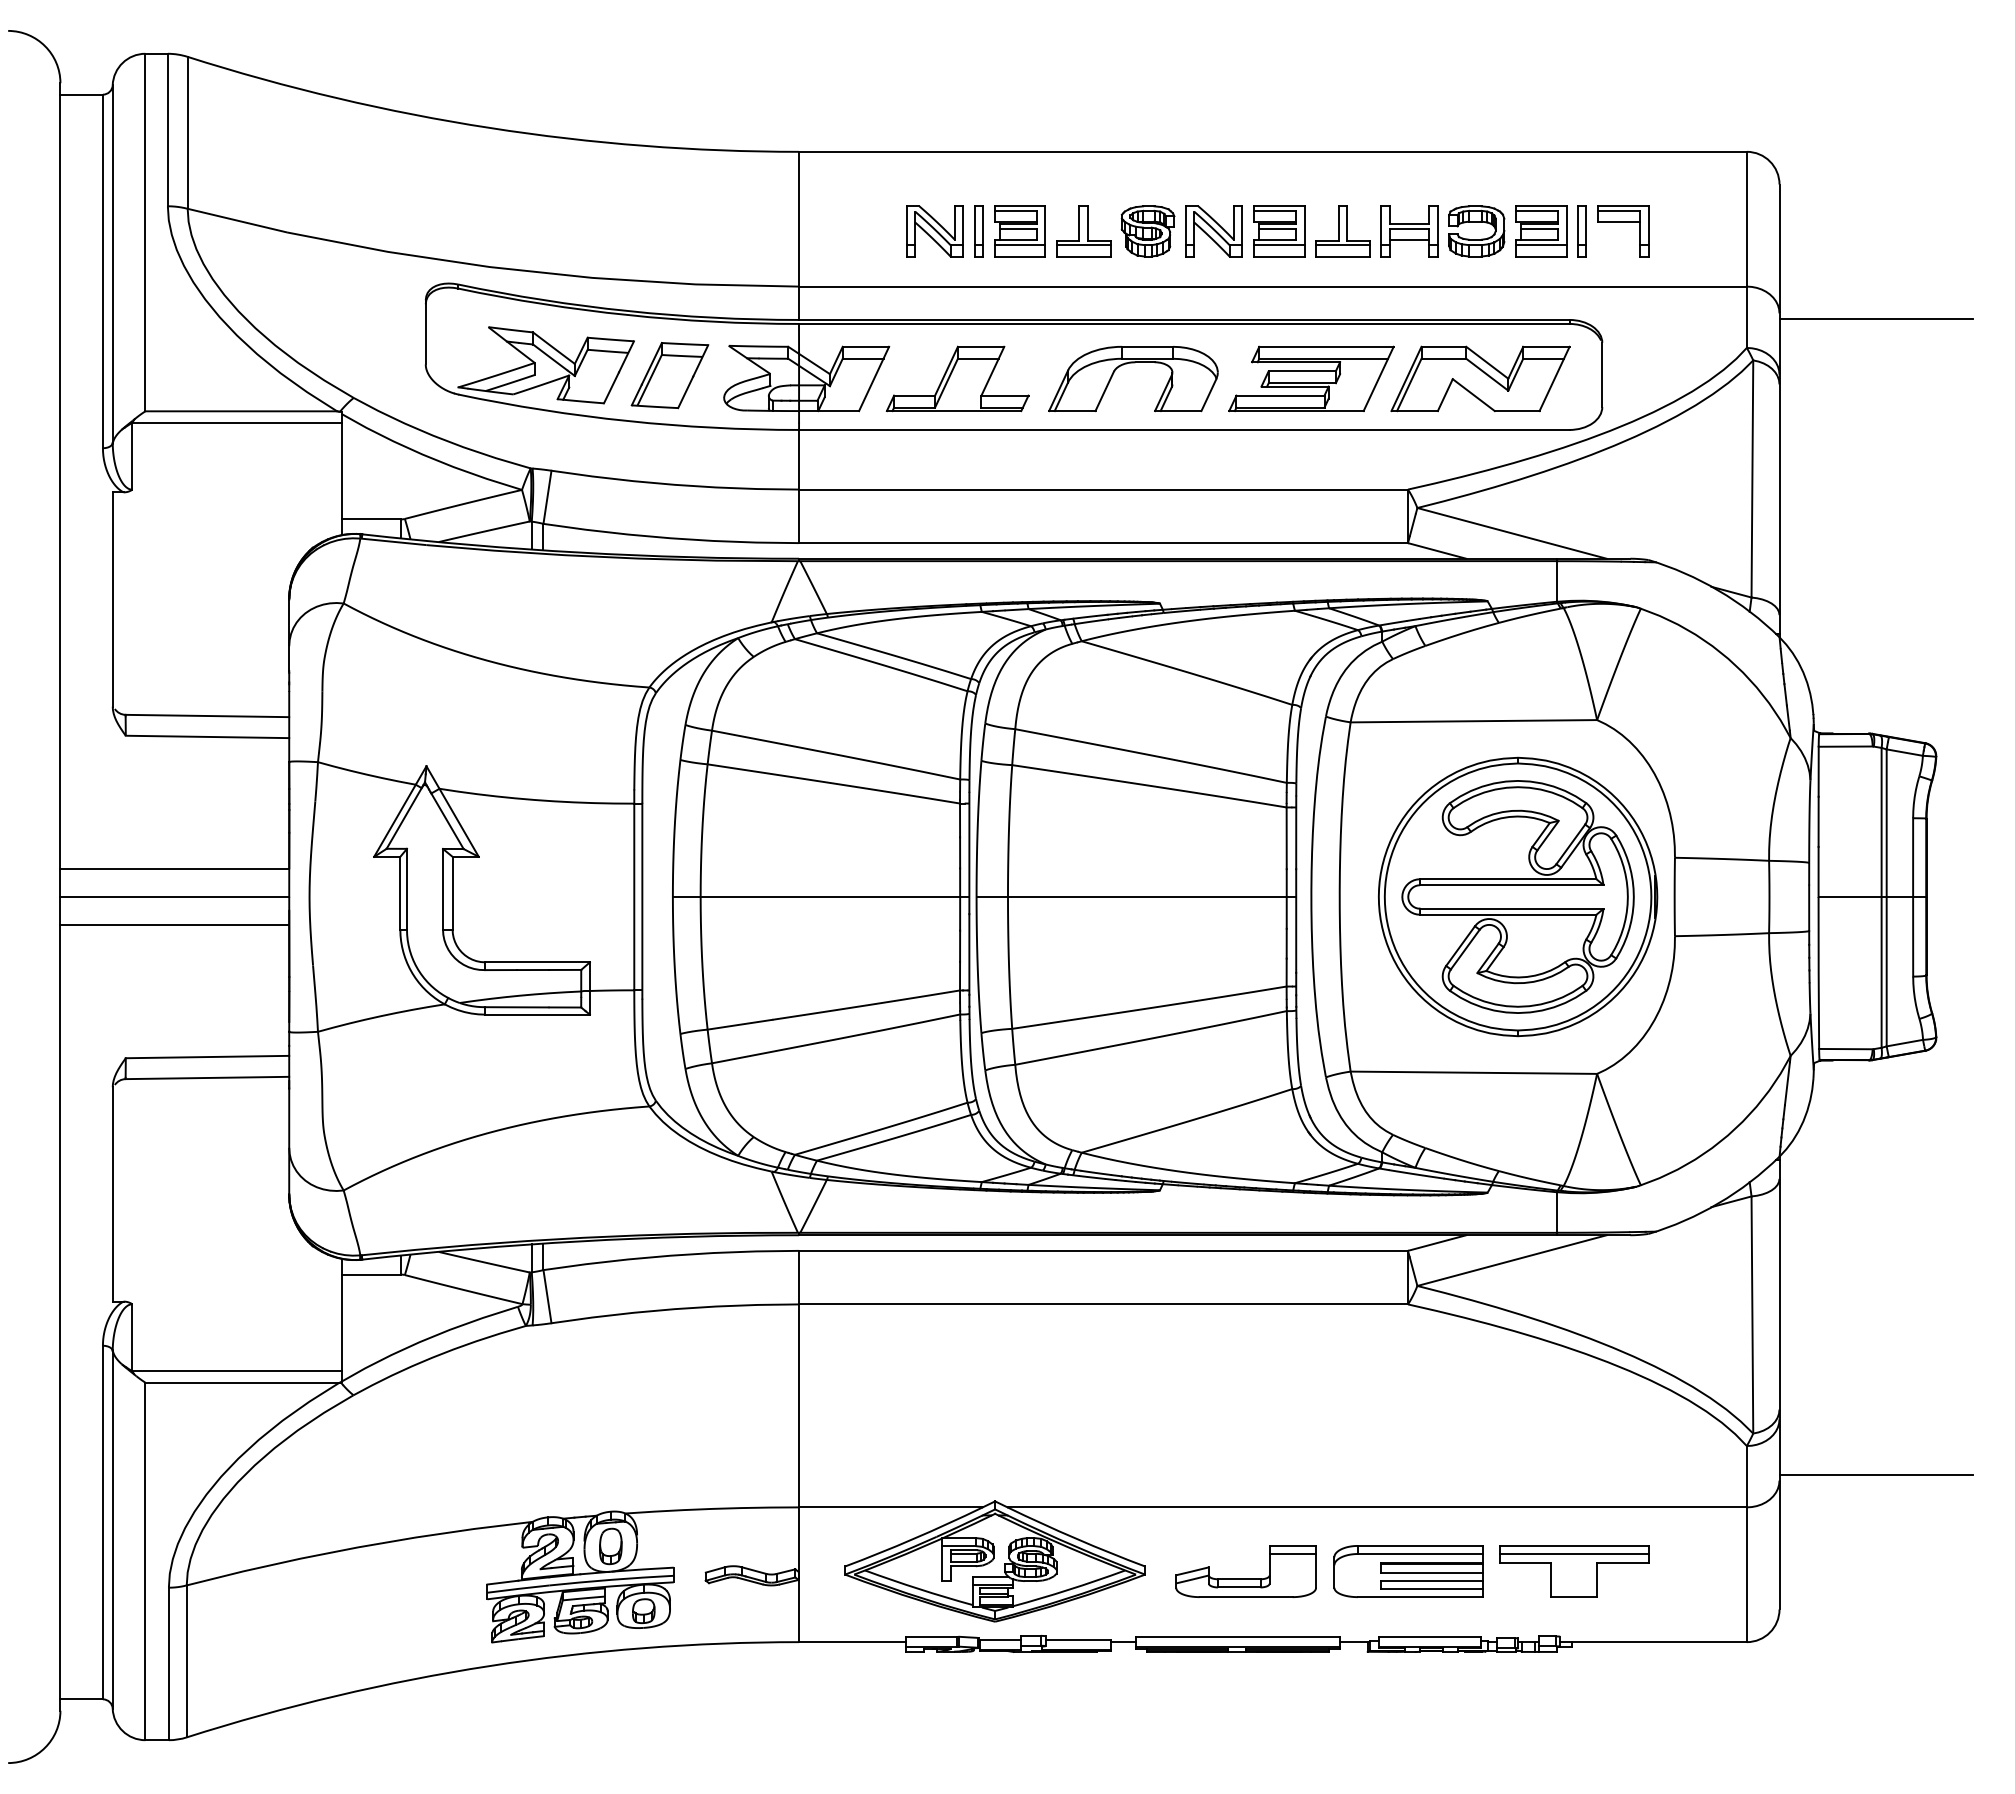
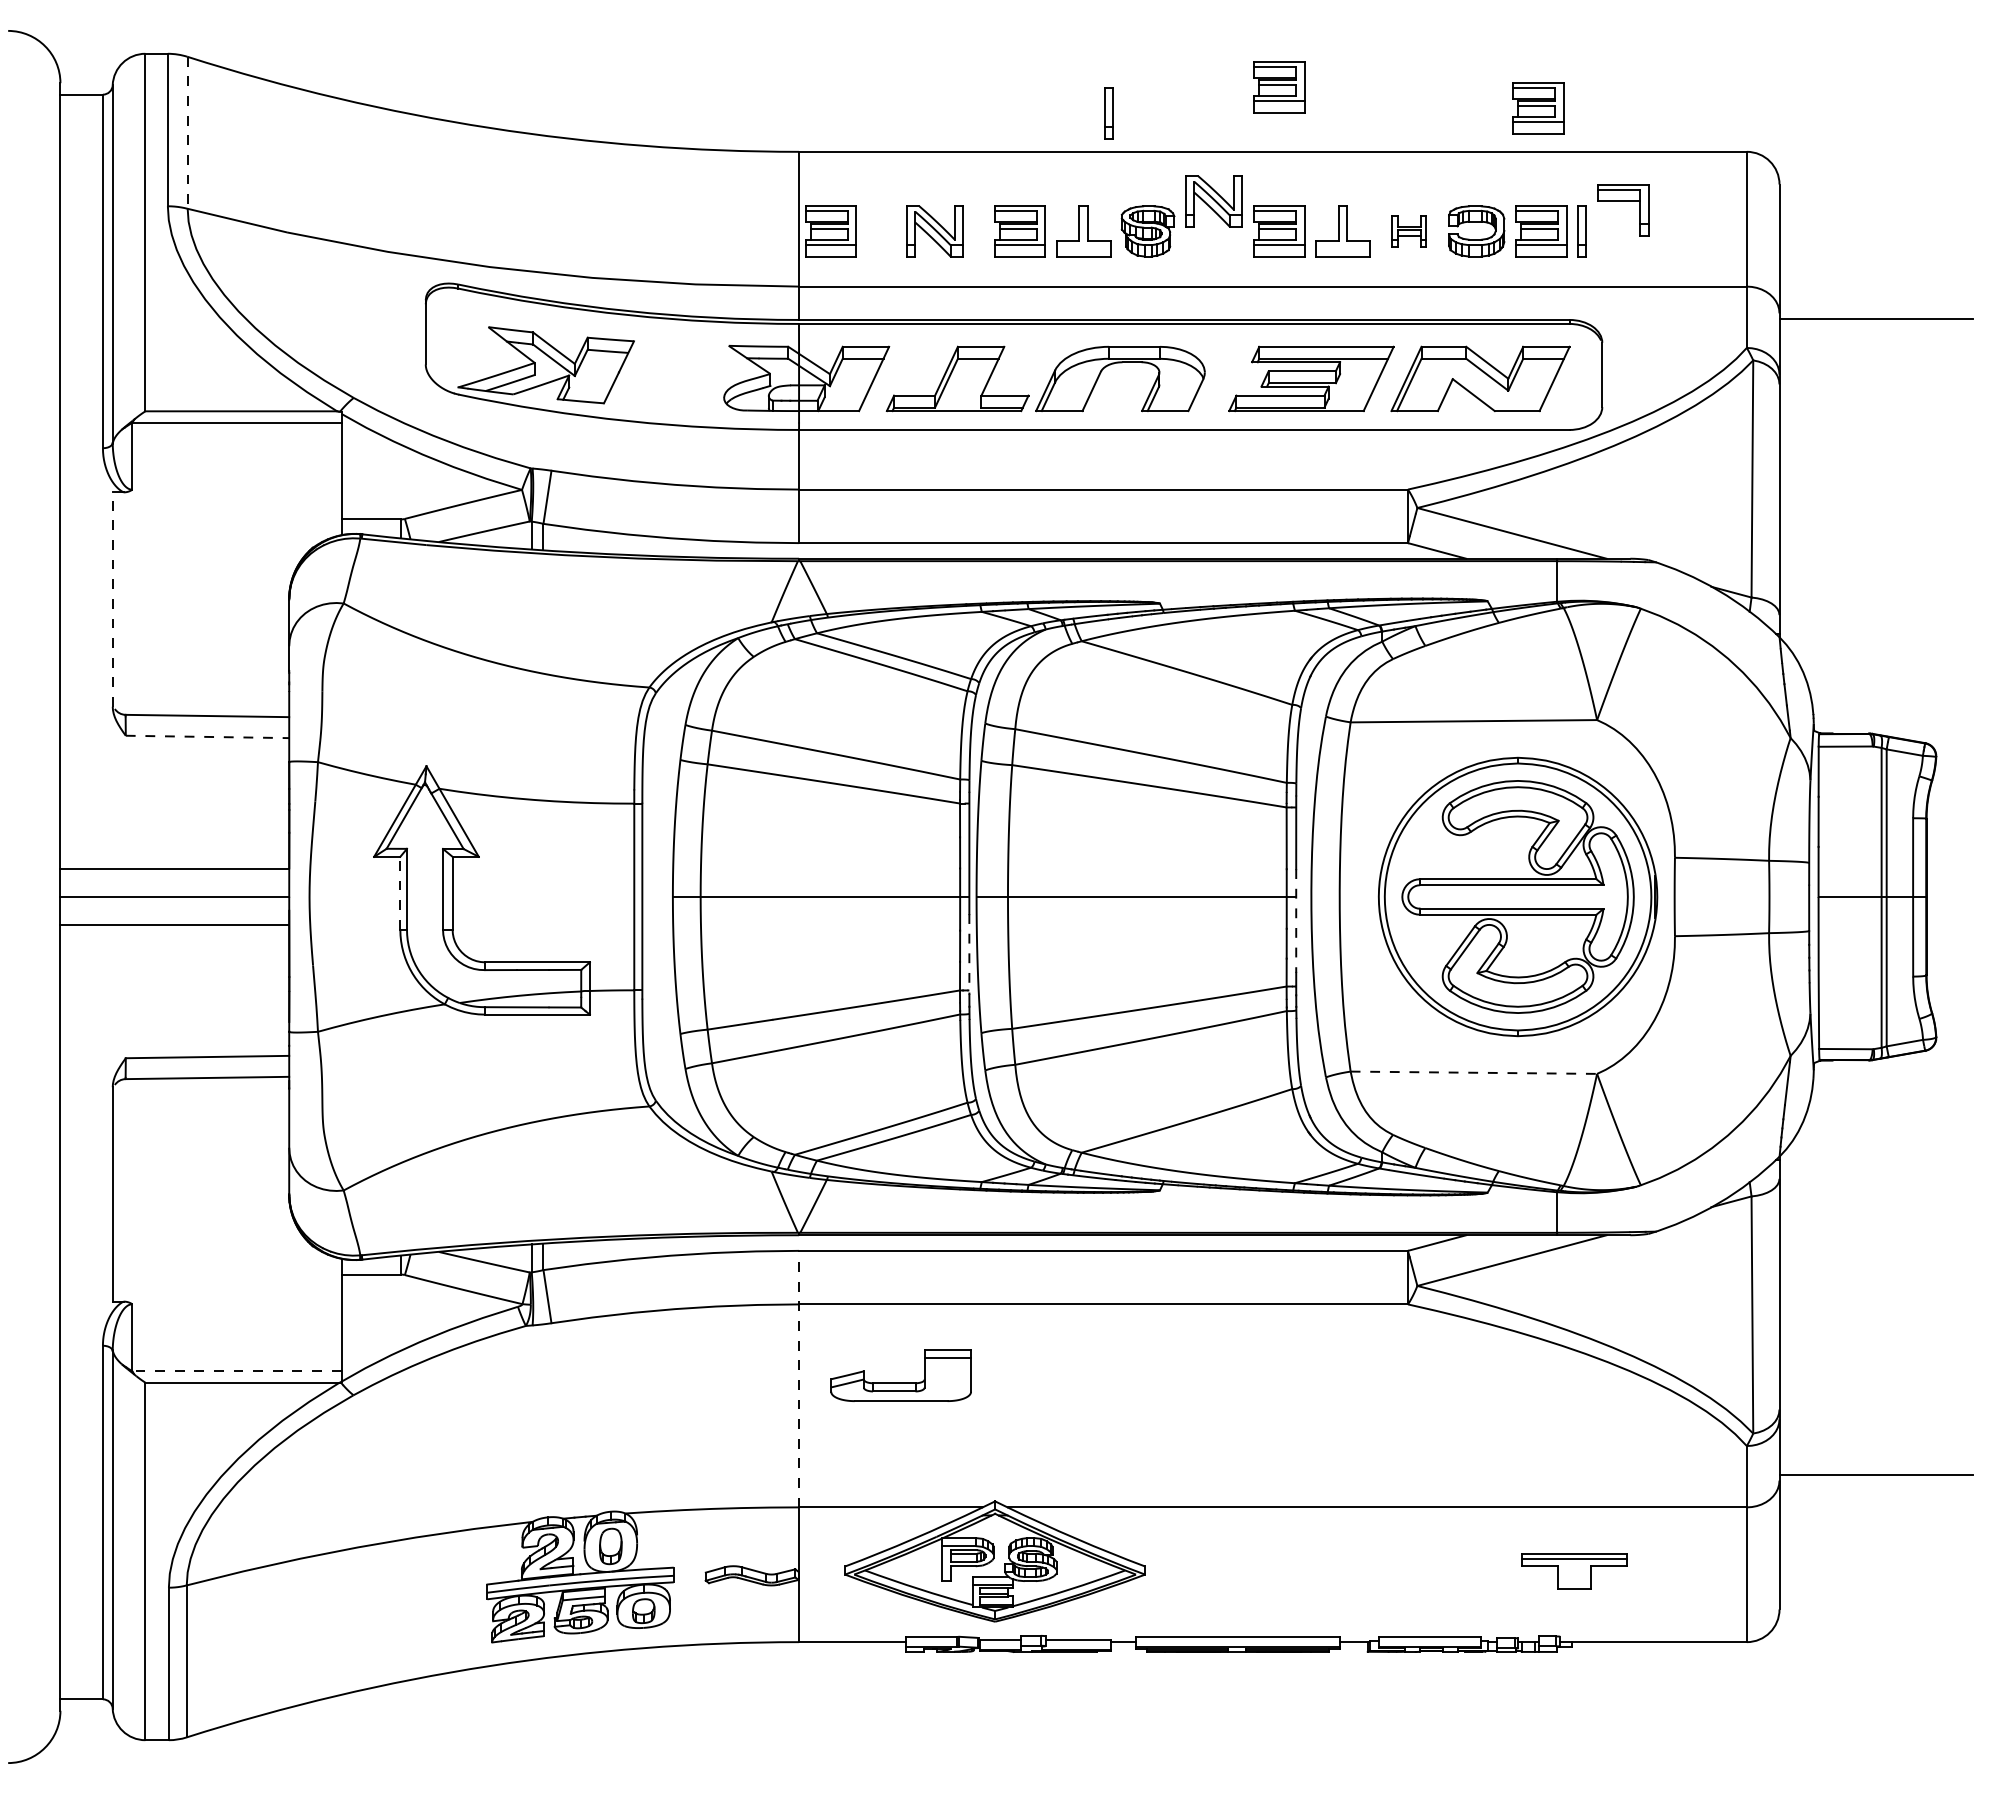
part at (1279, 87): none -> present
part at (1538, 108): none -> present
line at (187, 132): solid -> dashed
part at (1623, 222) position: (1623, 222) -> (1623, 201)
part at (830, 231): none -> present
part at (978, 231) position: (978, 231) -> (1108, 113)
part at (1213, 231) position: (1213, 231) -> (1213, 201)
part at (1409, 231) size: 59x53 px -> 36x33 px
line at (1083, 245): present -> none
line at (1342, 245): present -> none
part at (1133, 363) position: (1133, 363) -> (1120, 363)
part at (669, 375): present -> none
line at (112, 599): solid -> dashed
line at (207, 736): solid -> dashed
line at (400, 892): solid -> dashed
line at (1296, 921): solid -> dashed
line at (969, 954): solid -> dashed
line at (1474, 1072): solid -> dashed
line at (236, 1371): solid -> dashed
line at (799, 1378): solid -> dashed
part at (1408, 1571): present -> none
part at (1574, 1571) size: 151x53 px -> 107x37 px
part at (1245, 1578) position: (1245, 1578) -> (900, 1382)
